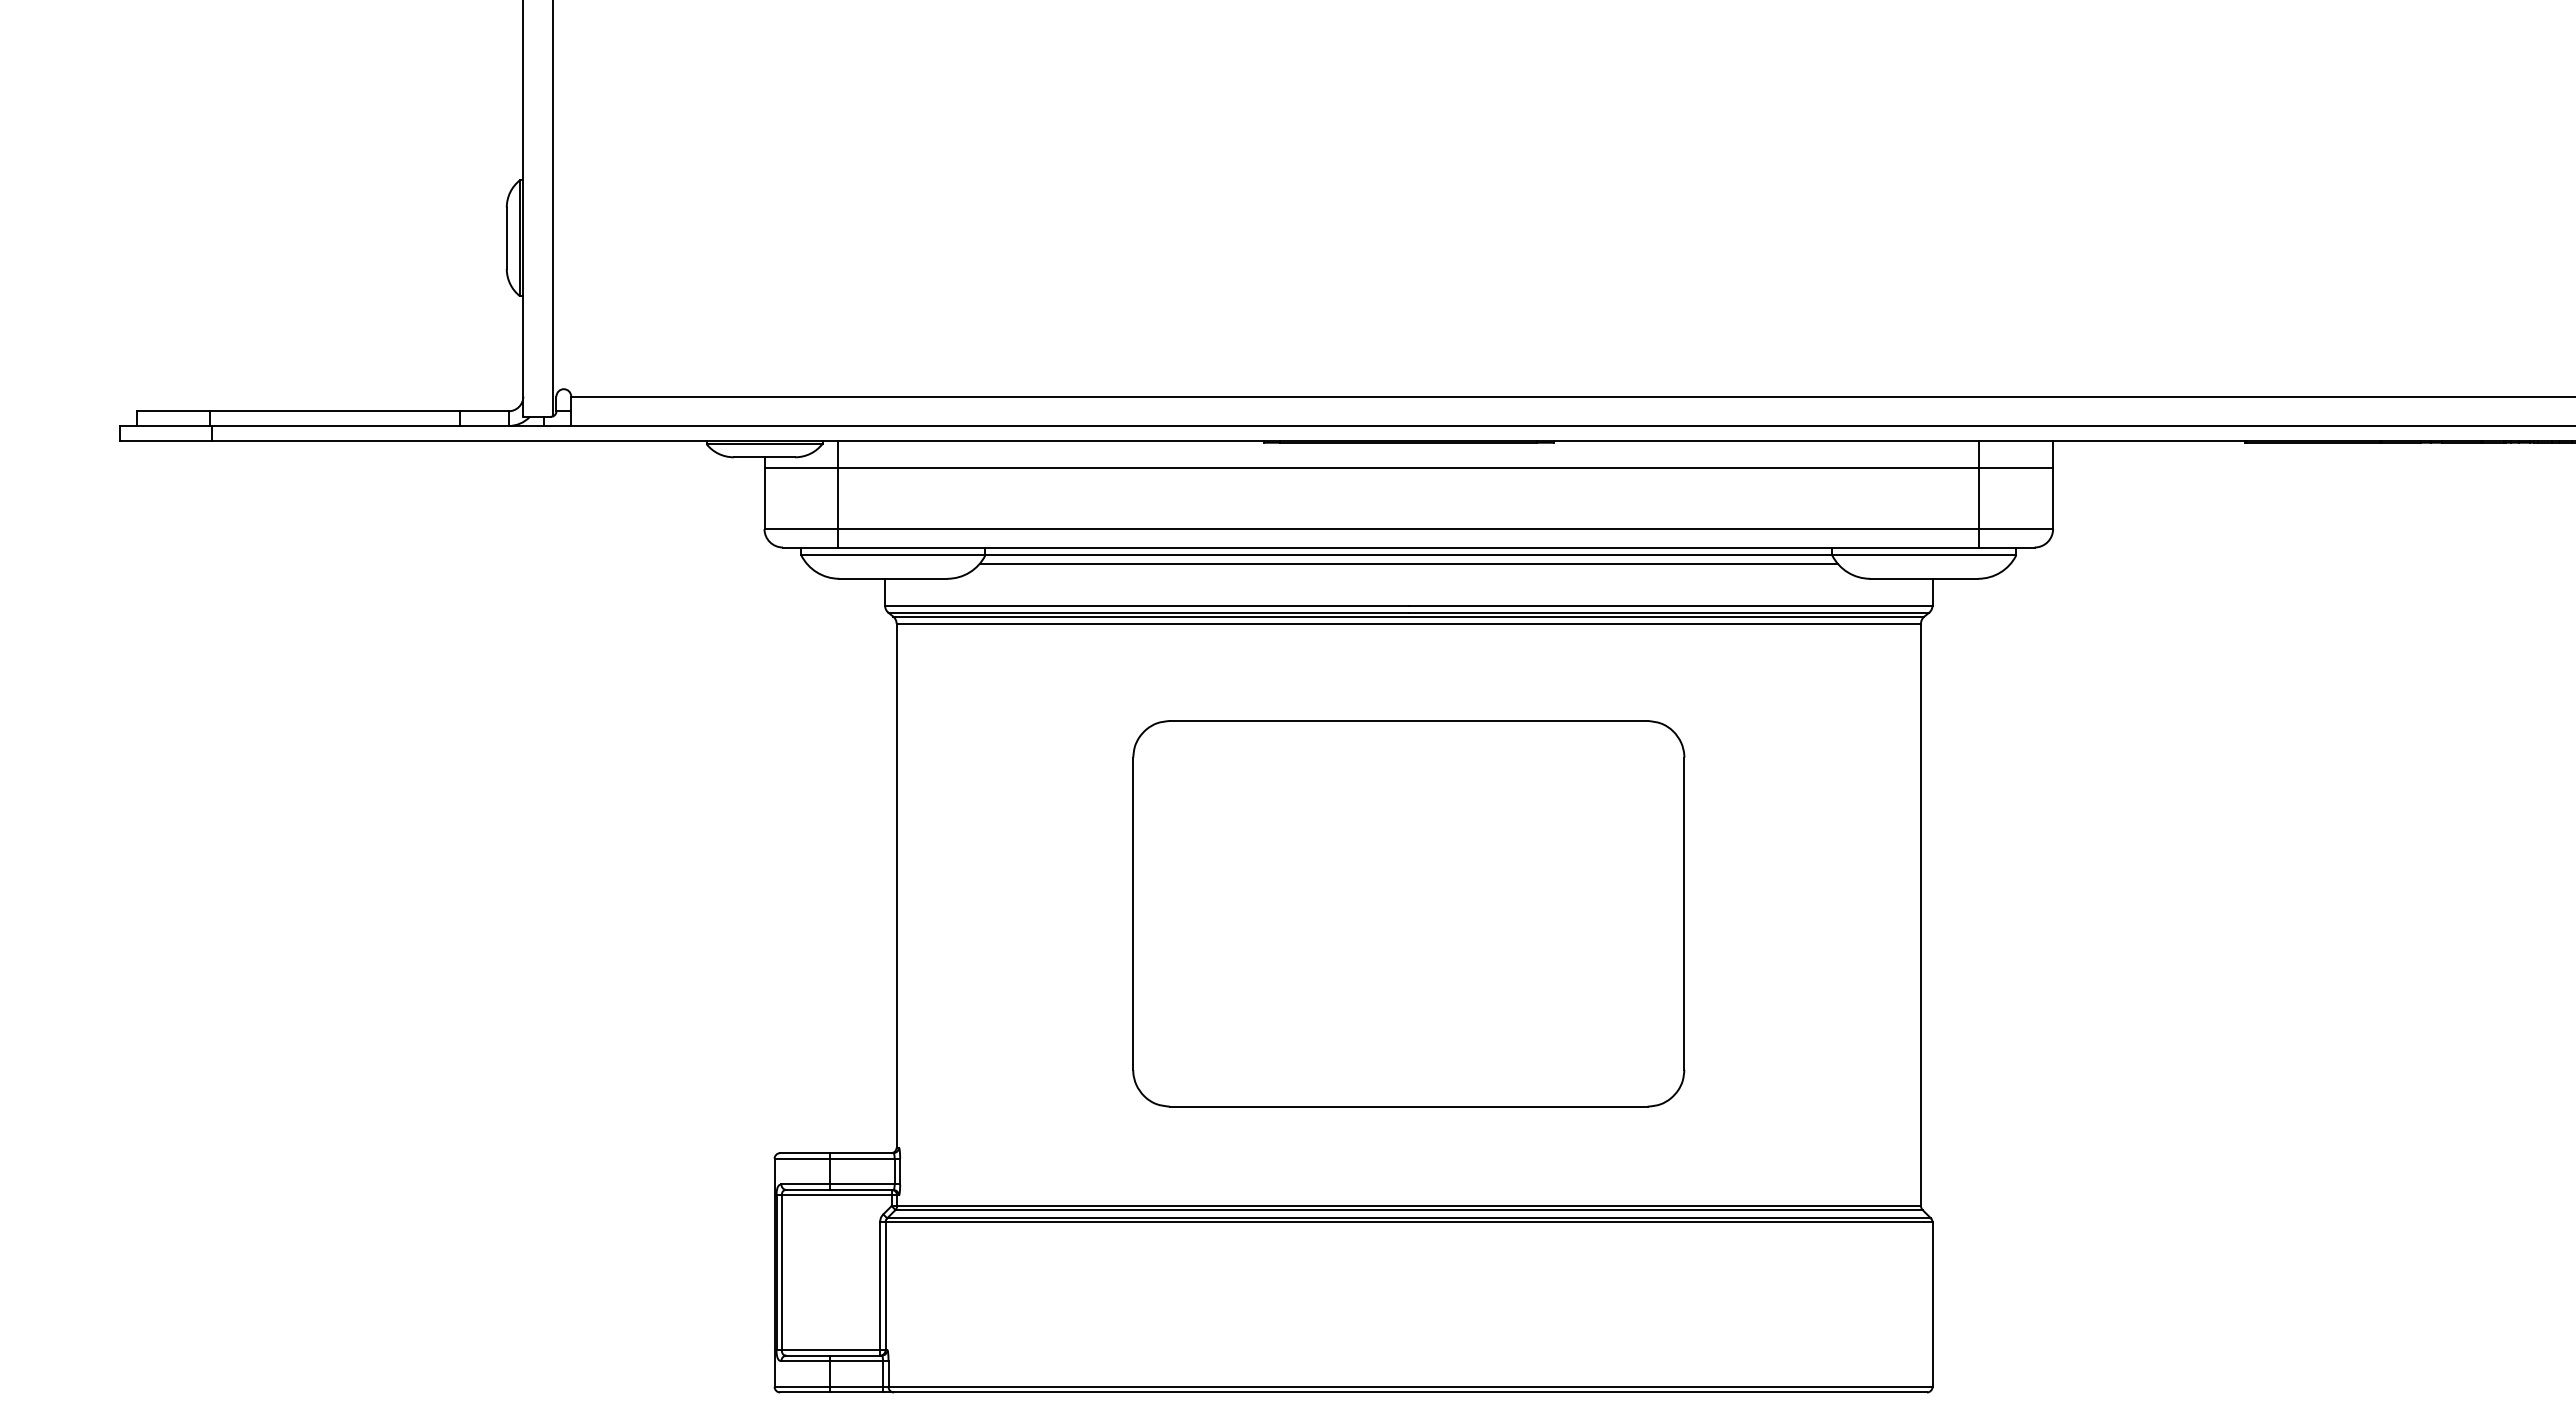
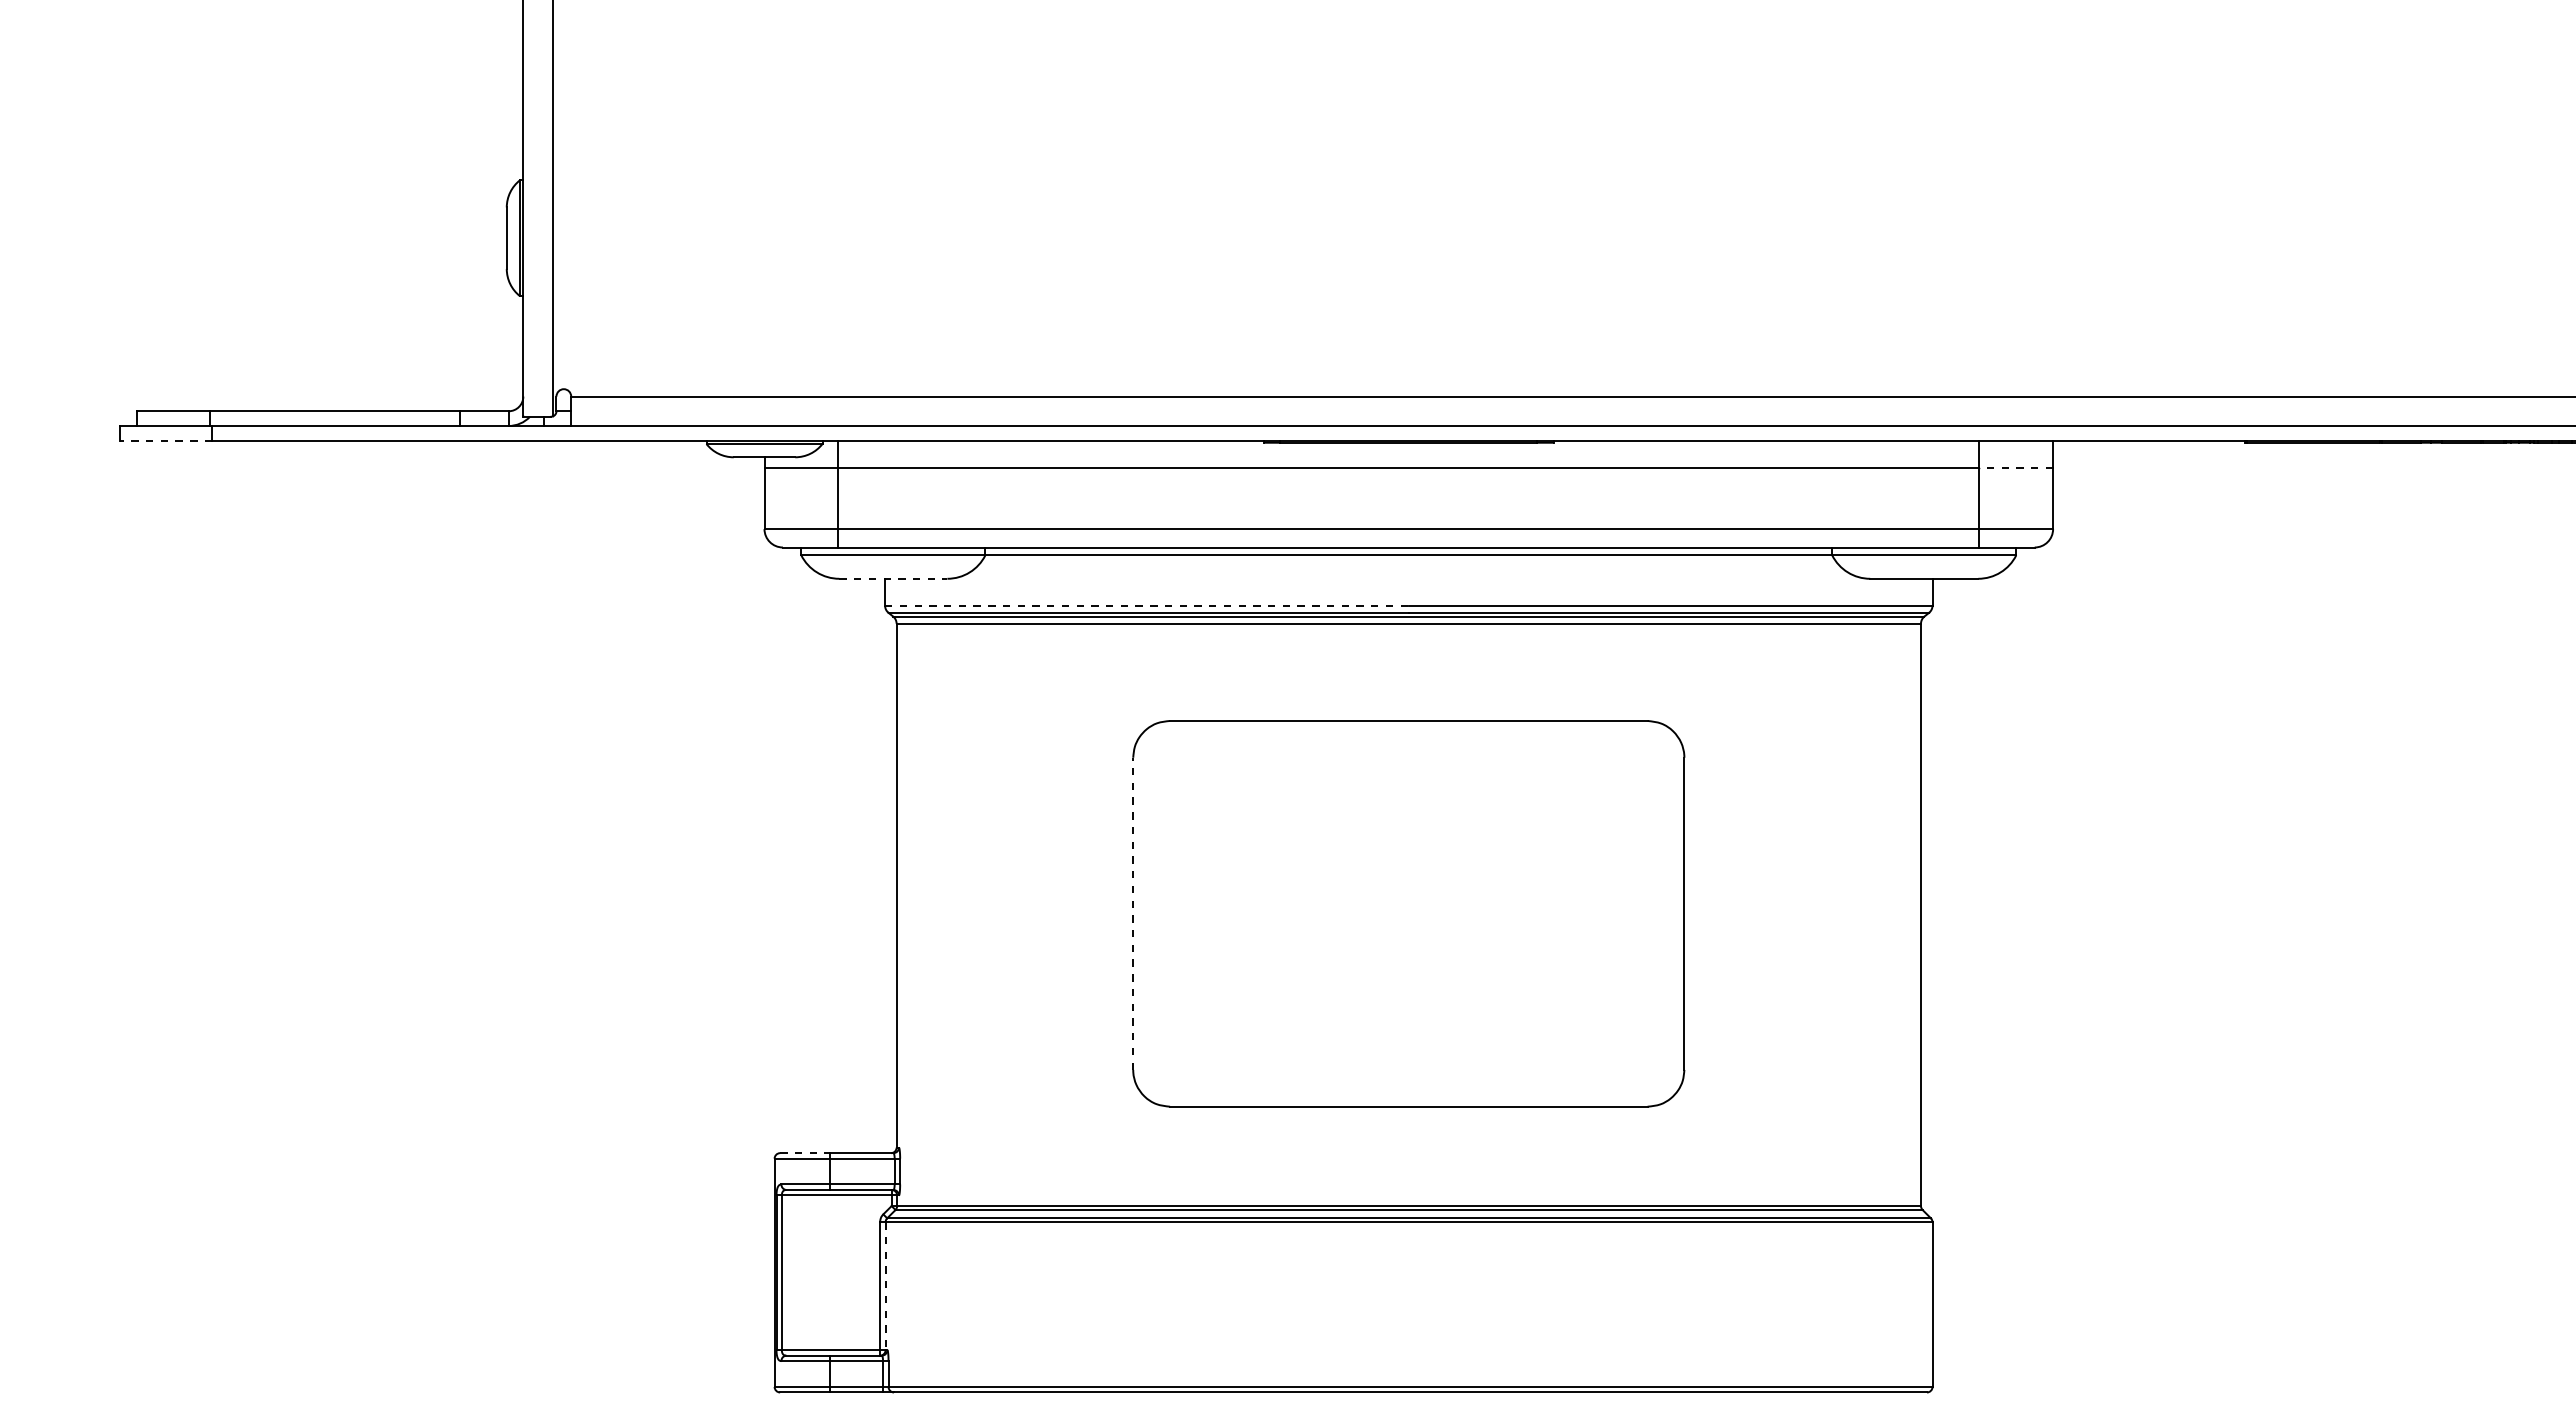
line at (165, 440): solid -> dashed
line at (2016, 468): solid -> dashed
line at (1408, 564): present -> none
line at (893, 578): solid -> dashed
line at (1146, 605): solid -> dashed
line at (1133, 913): solid -> dashed
line at (805, 1153): solid -> dashed
line at (885, 1286): solid -> dashed
